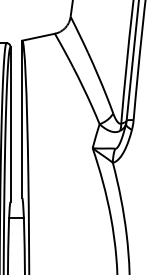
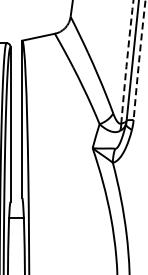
arc at (139, 60): solid -> dashed
arc at (126, 62): solid -> dashed
